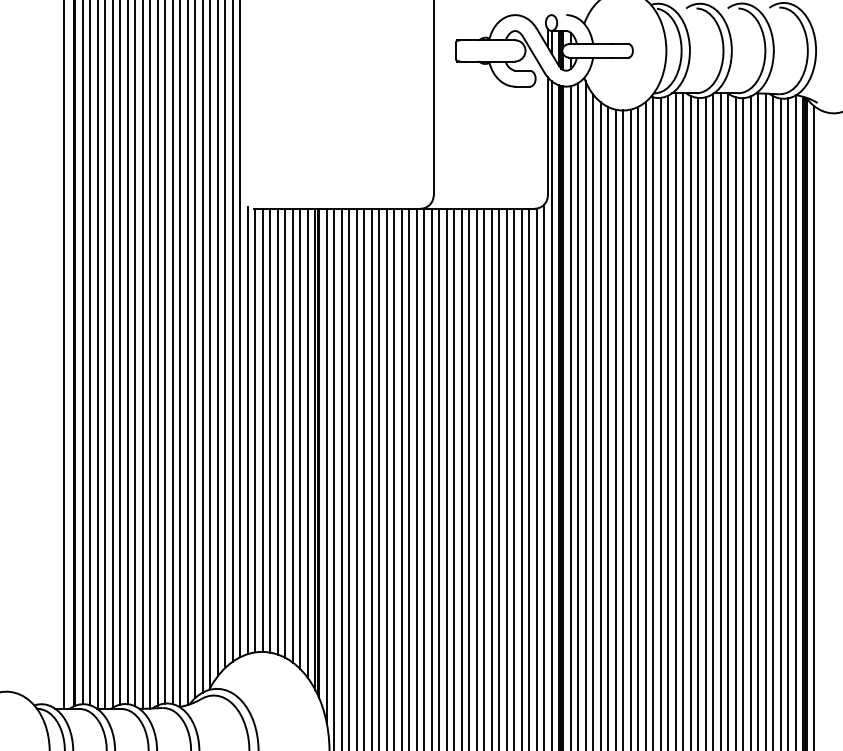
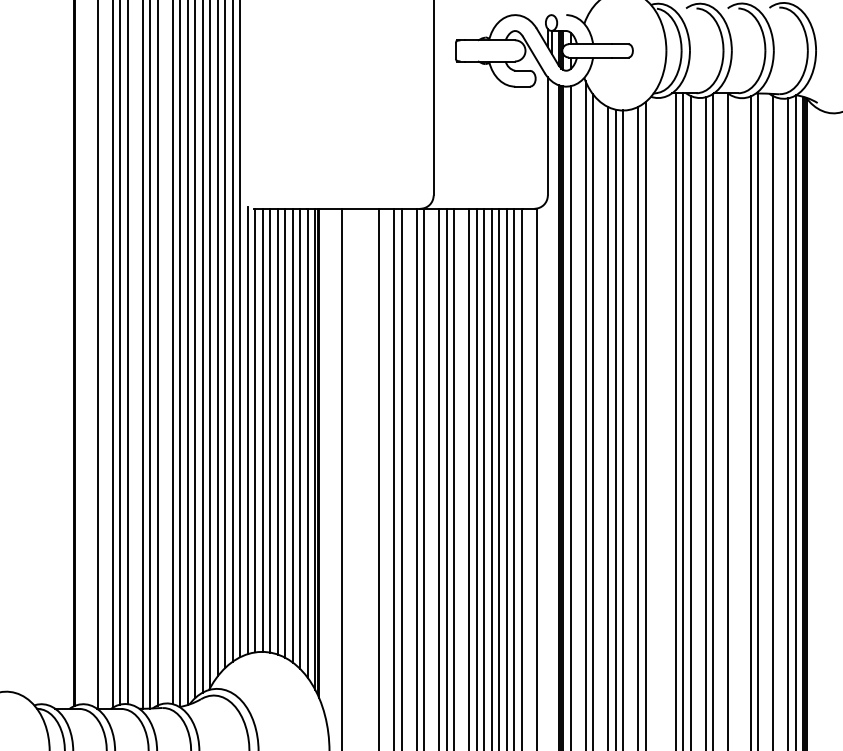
line at (165, 352): present -> none
line at (82, 353): present -> none
line at (90, 353): present -> none
line at (135, 354): present -> none
line at (64, 355): present -> none
line at (105, 355): present -> none
line at (551, 414): present -> none
line at (578, 415): present -> none
line at (720, 420): present -> none
line at (765, 420): present -> none
line at (668, 421): present -> none
line at (653, 422): present -> none
line at (660, 422): present -> none
line at (698, 422): present -> none
line at (735, 422): present -> none
line at (743, 422): present -> none
line at (780, 422): present -> none
line at (600, 424): present -> none
line at (814, 426): present -> none
line at (630, 428): present -> none
line at (326, 465): present -> none
line at (544, 475): present -> none
line at (334, 477): present -> none
line at (349, 477): present -> none
line at (356, 477): present -> none
line at (364, 477): present -> none
line at (371, 477): present -> none
line at (386, 477): present -> none
line at (409, 477): present -> none
line at (431, 477): present -> none
line at (461, 477): present -> none
line at (529, 477): present -> none
